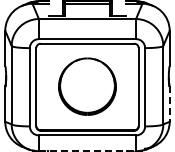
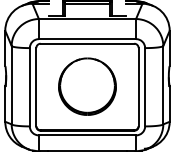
line at (169, 104): dashed -> solid
line at (87, 151): dashed -> solid
